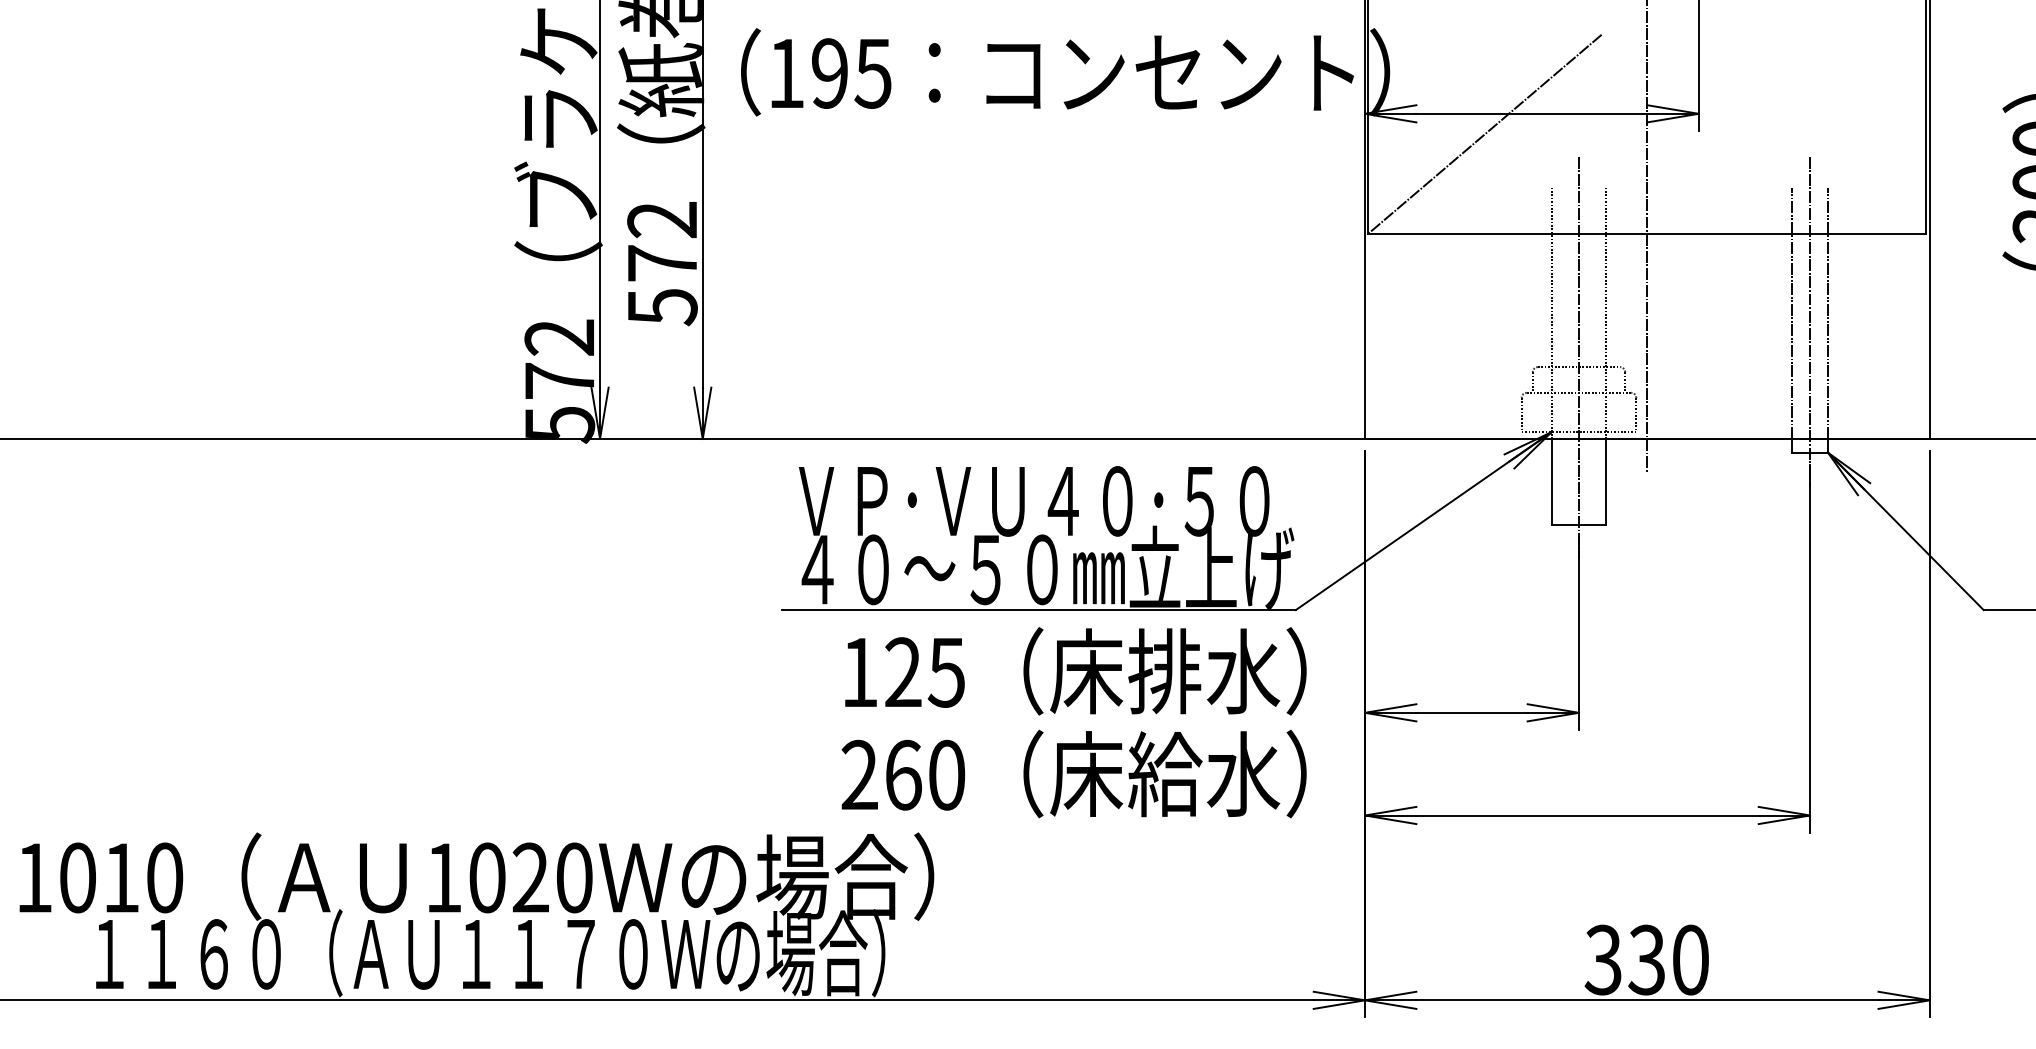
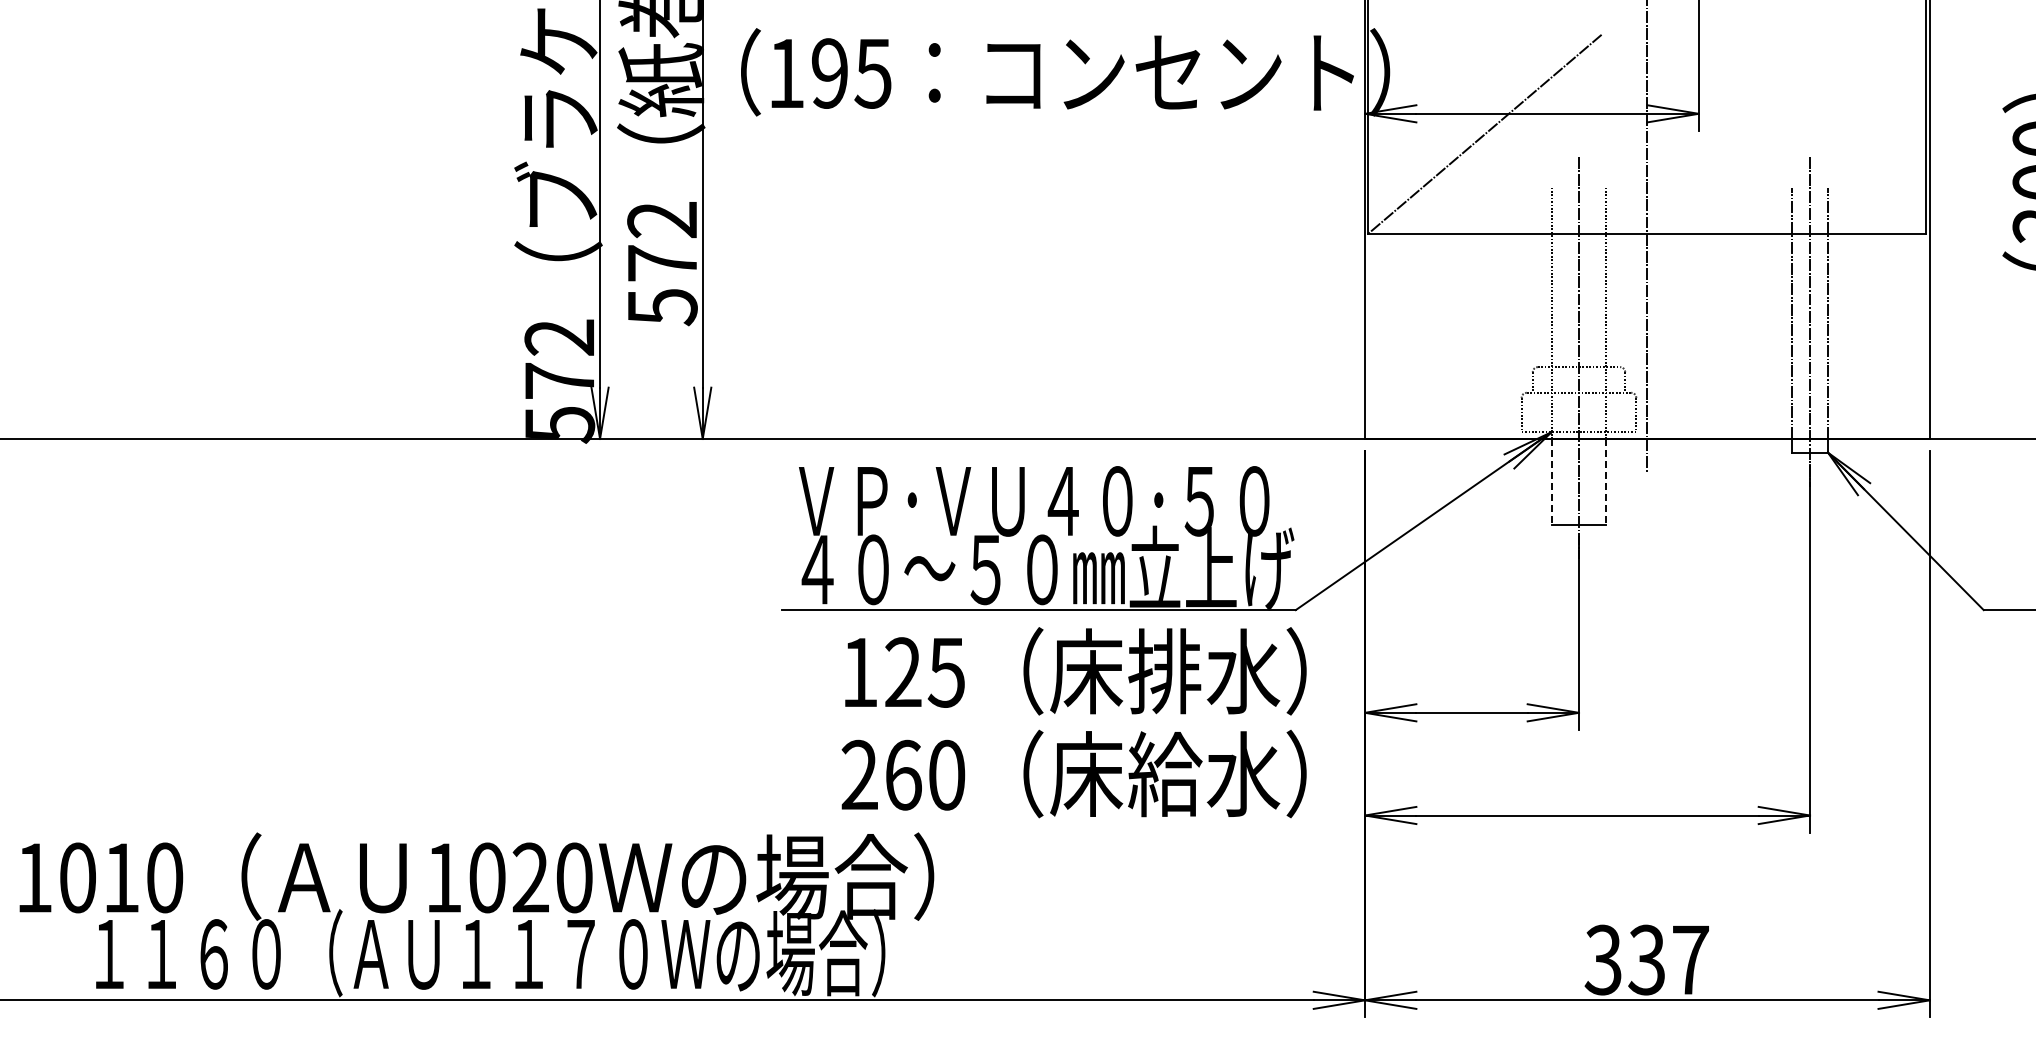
line at (1551, 481): solid -> dashed
line at (1606, 481): solid -> dashed
text at (1690, 959): 330 -> 337
